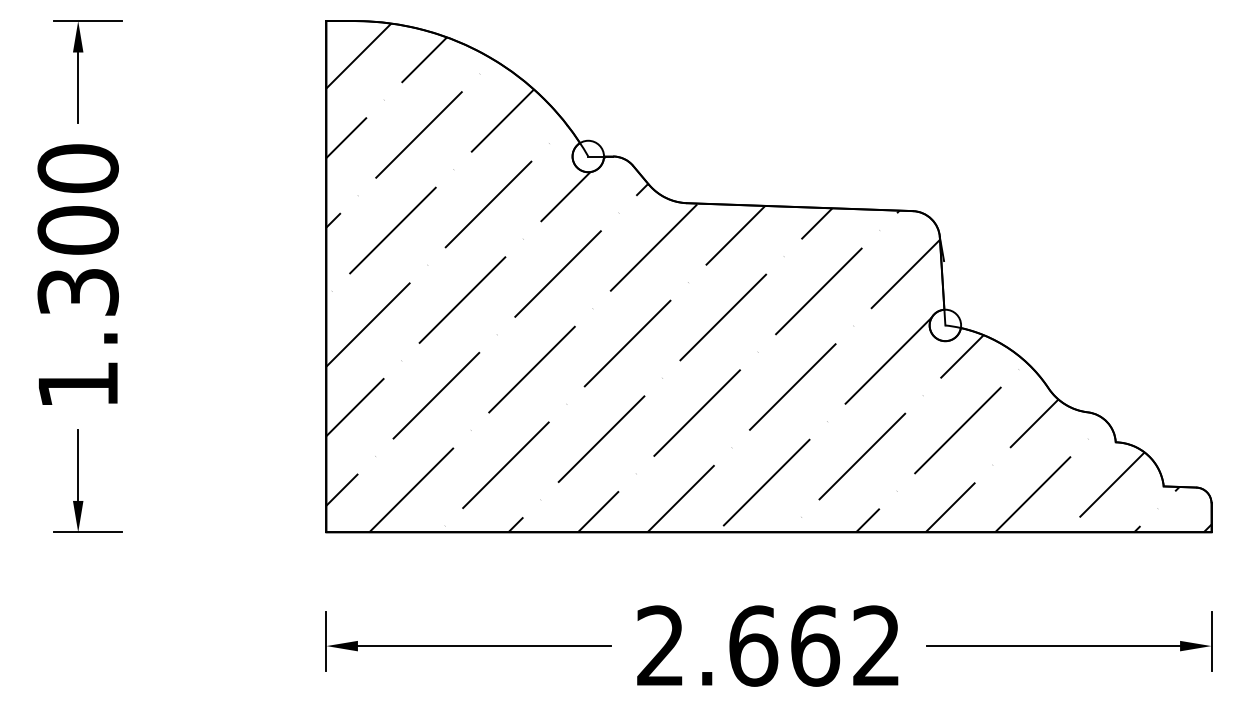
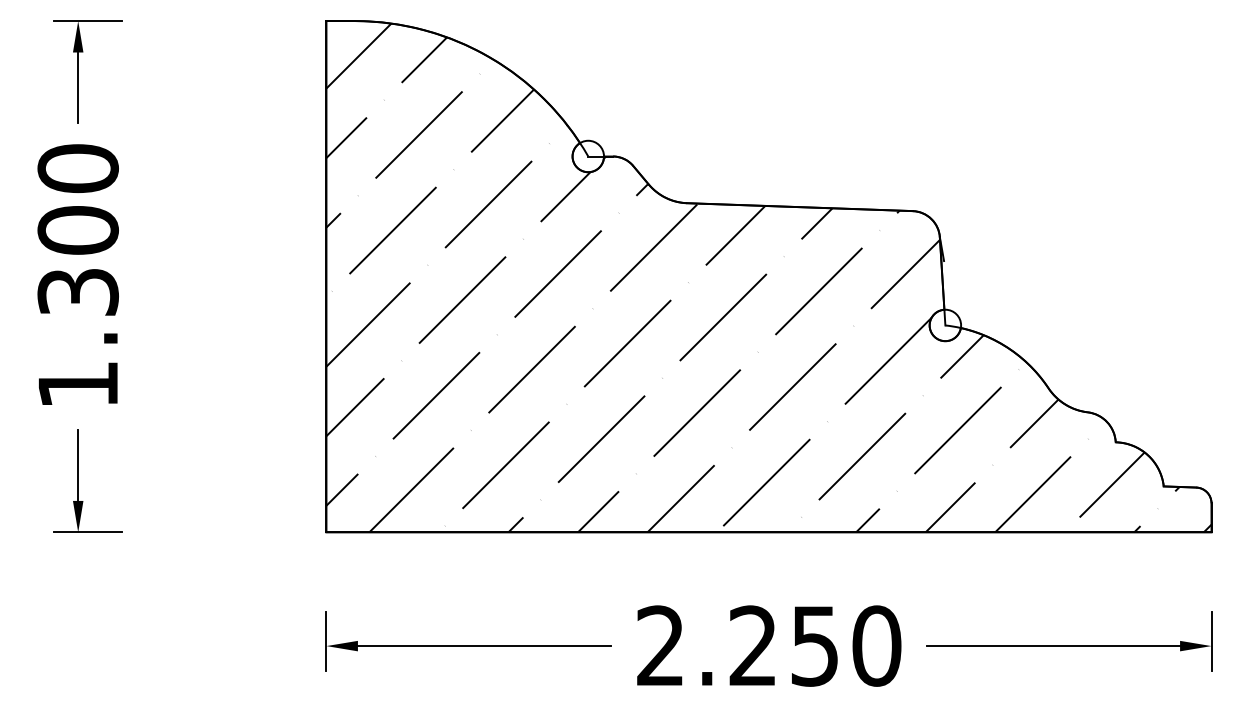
text at (815, 645): 2.662 -> 2.250
